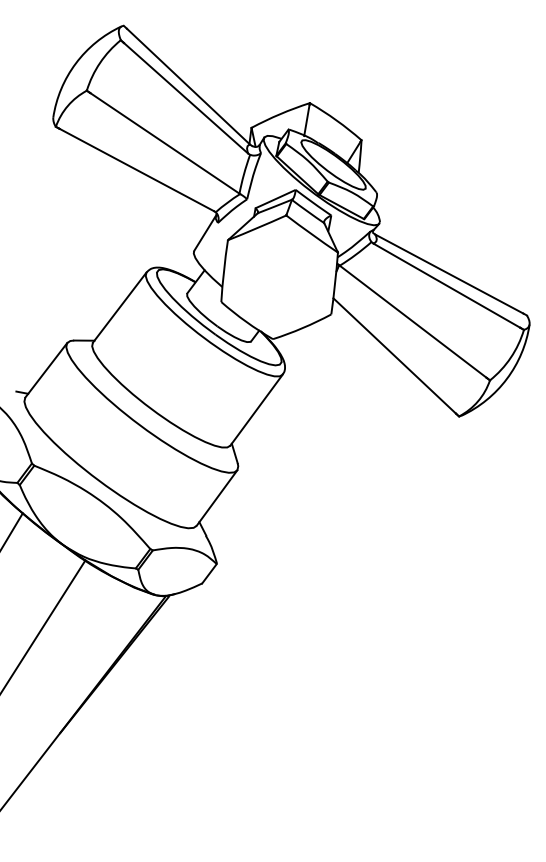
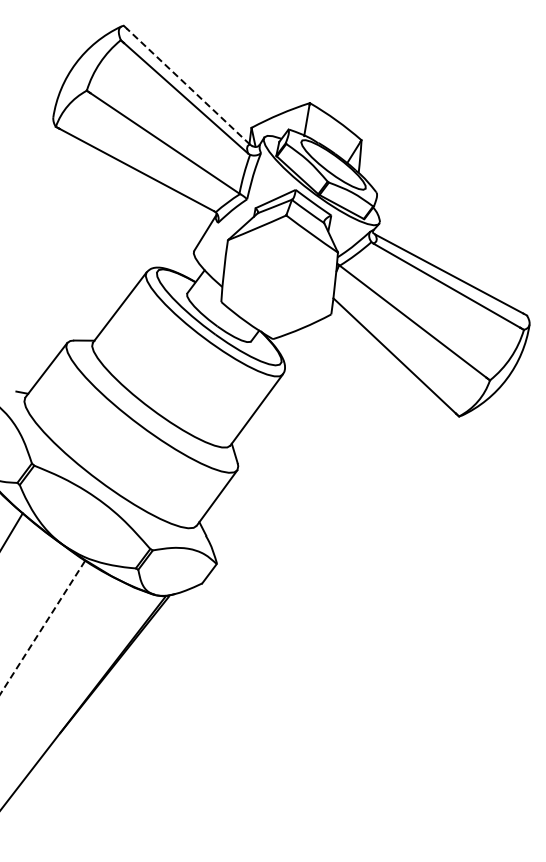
line at (188, 86): solid -> dashed
line at (43, 626): solid -> dashed
